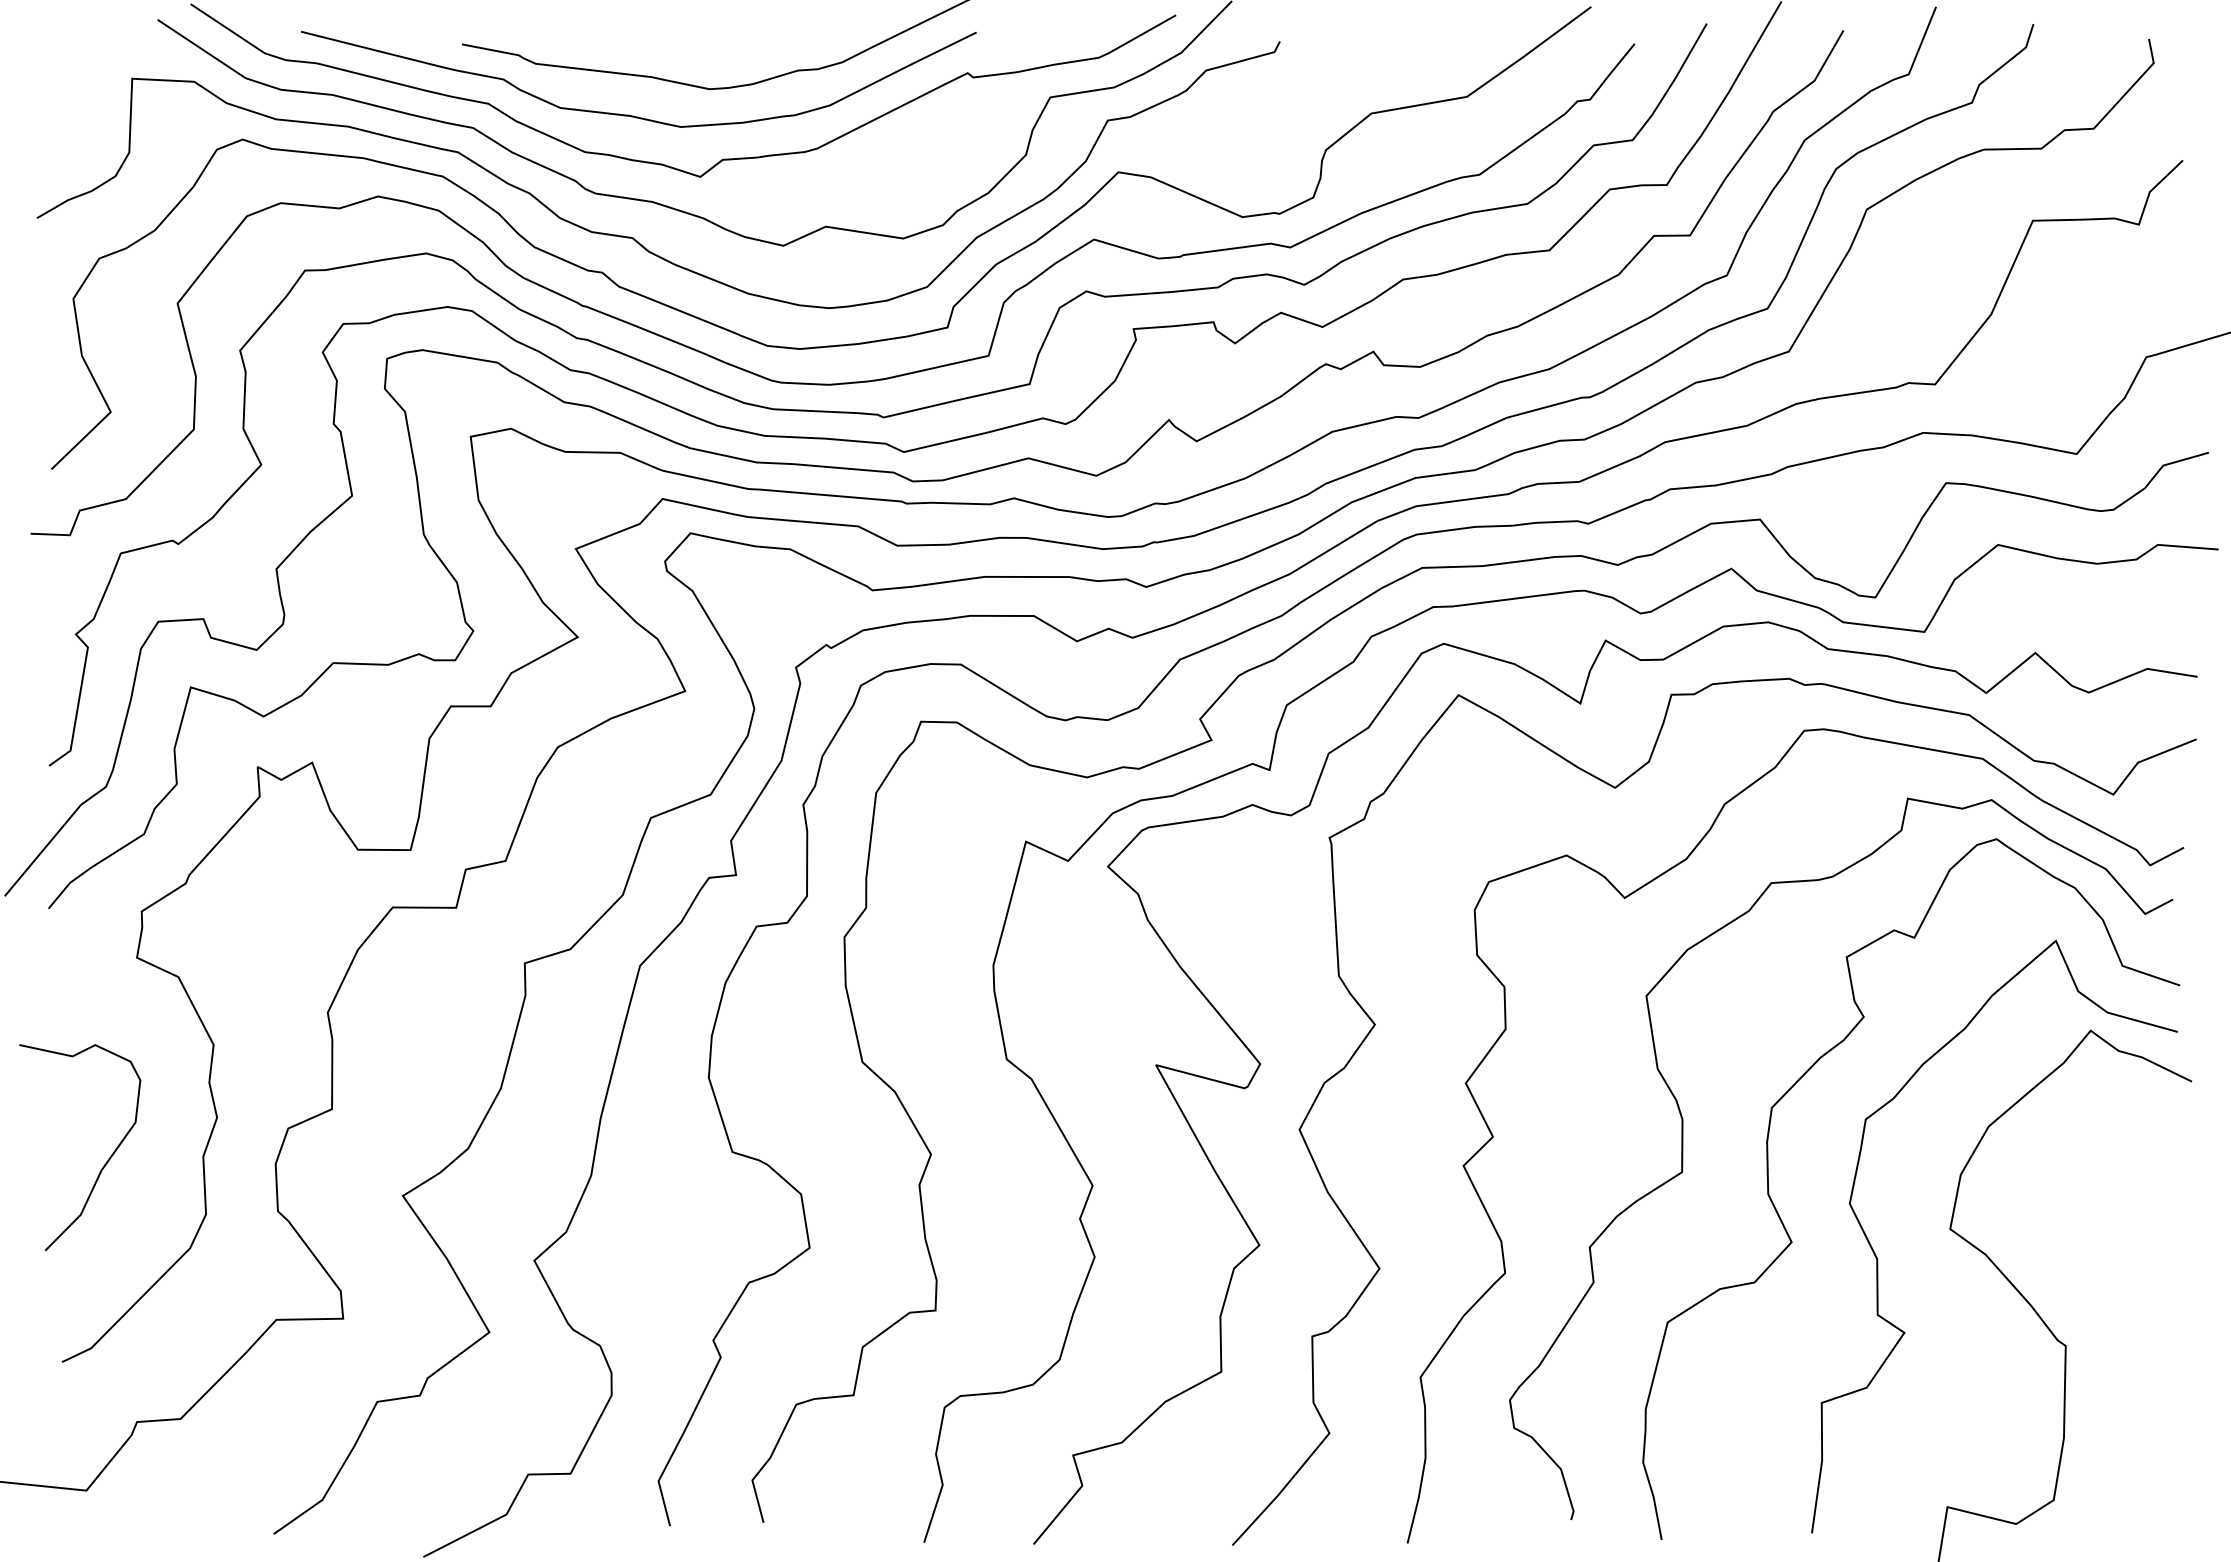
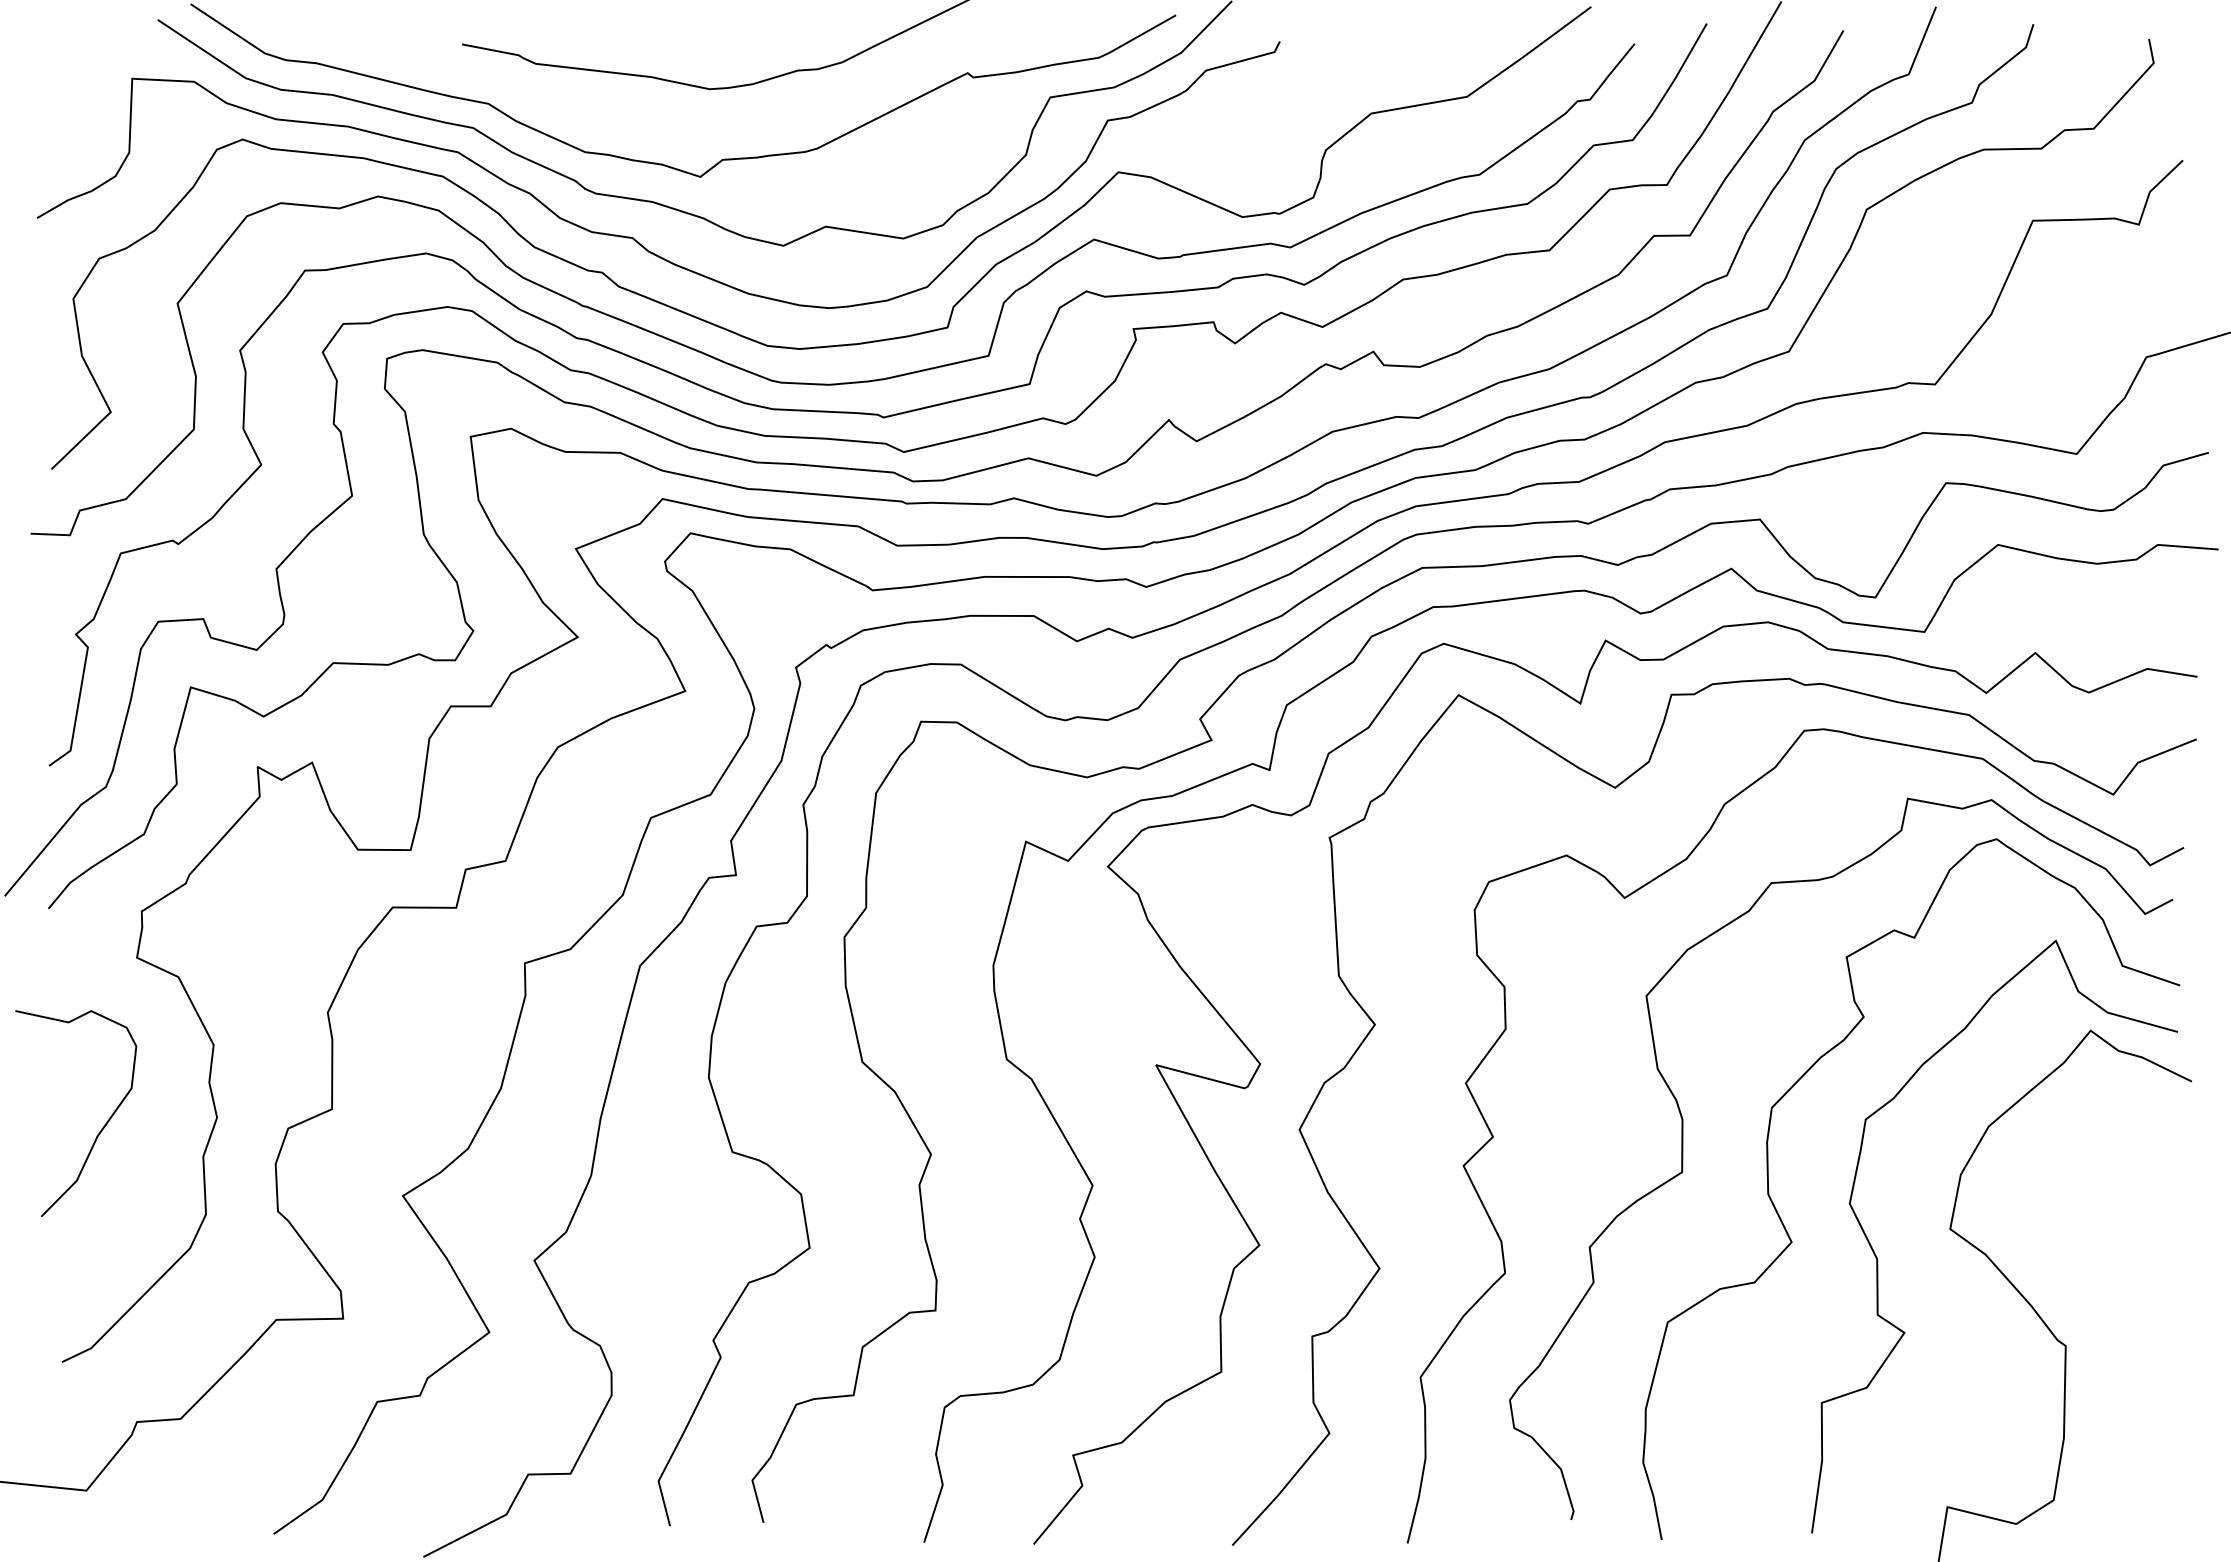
curve at (633, 115): present -> none
curve at (103, 1165) position: (103, 1165) -> (99, 1131)
